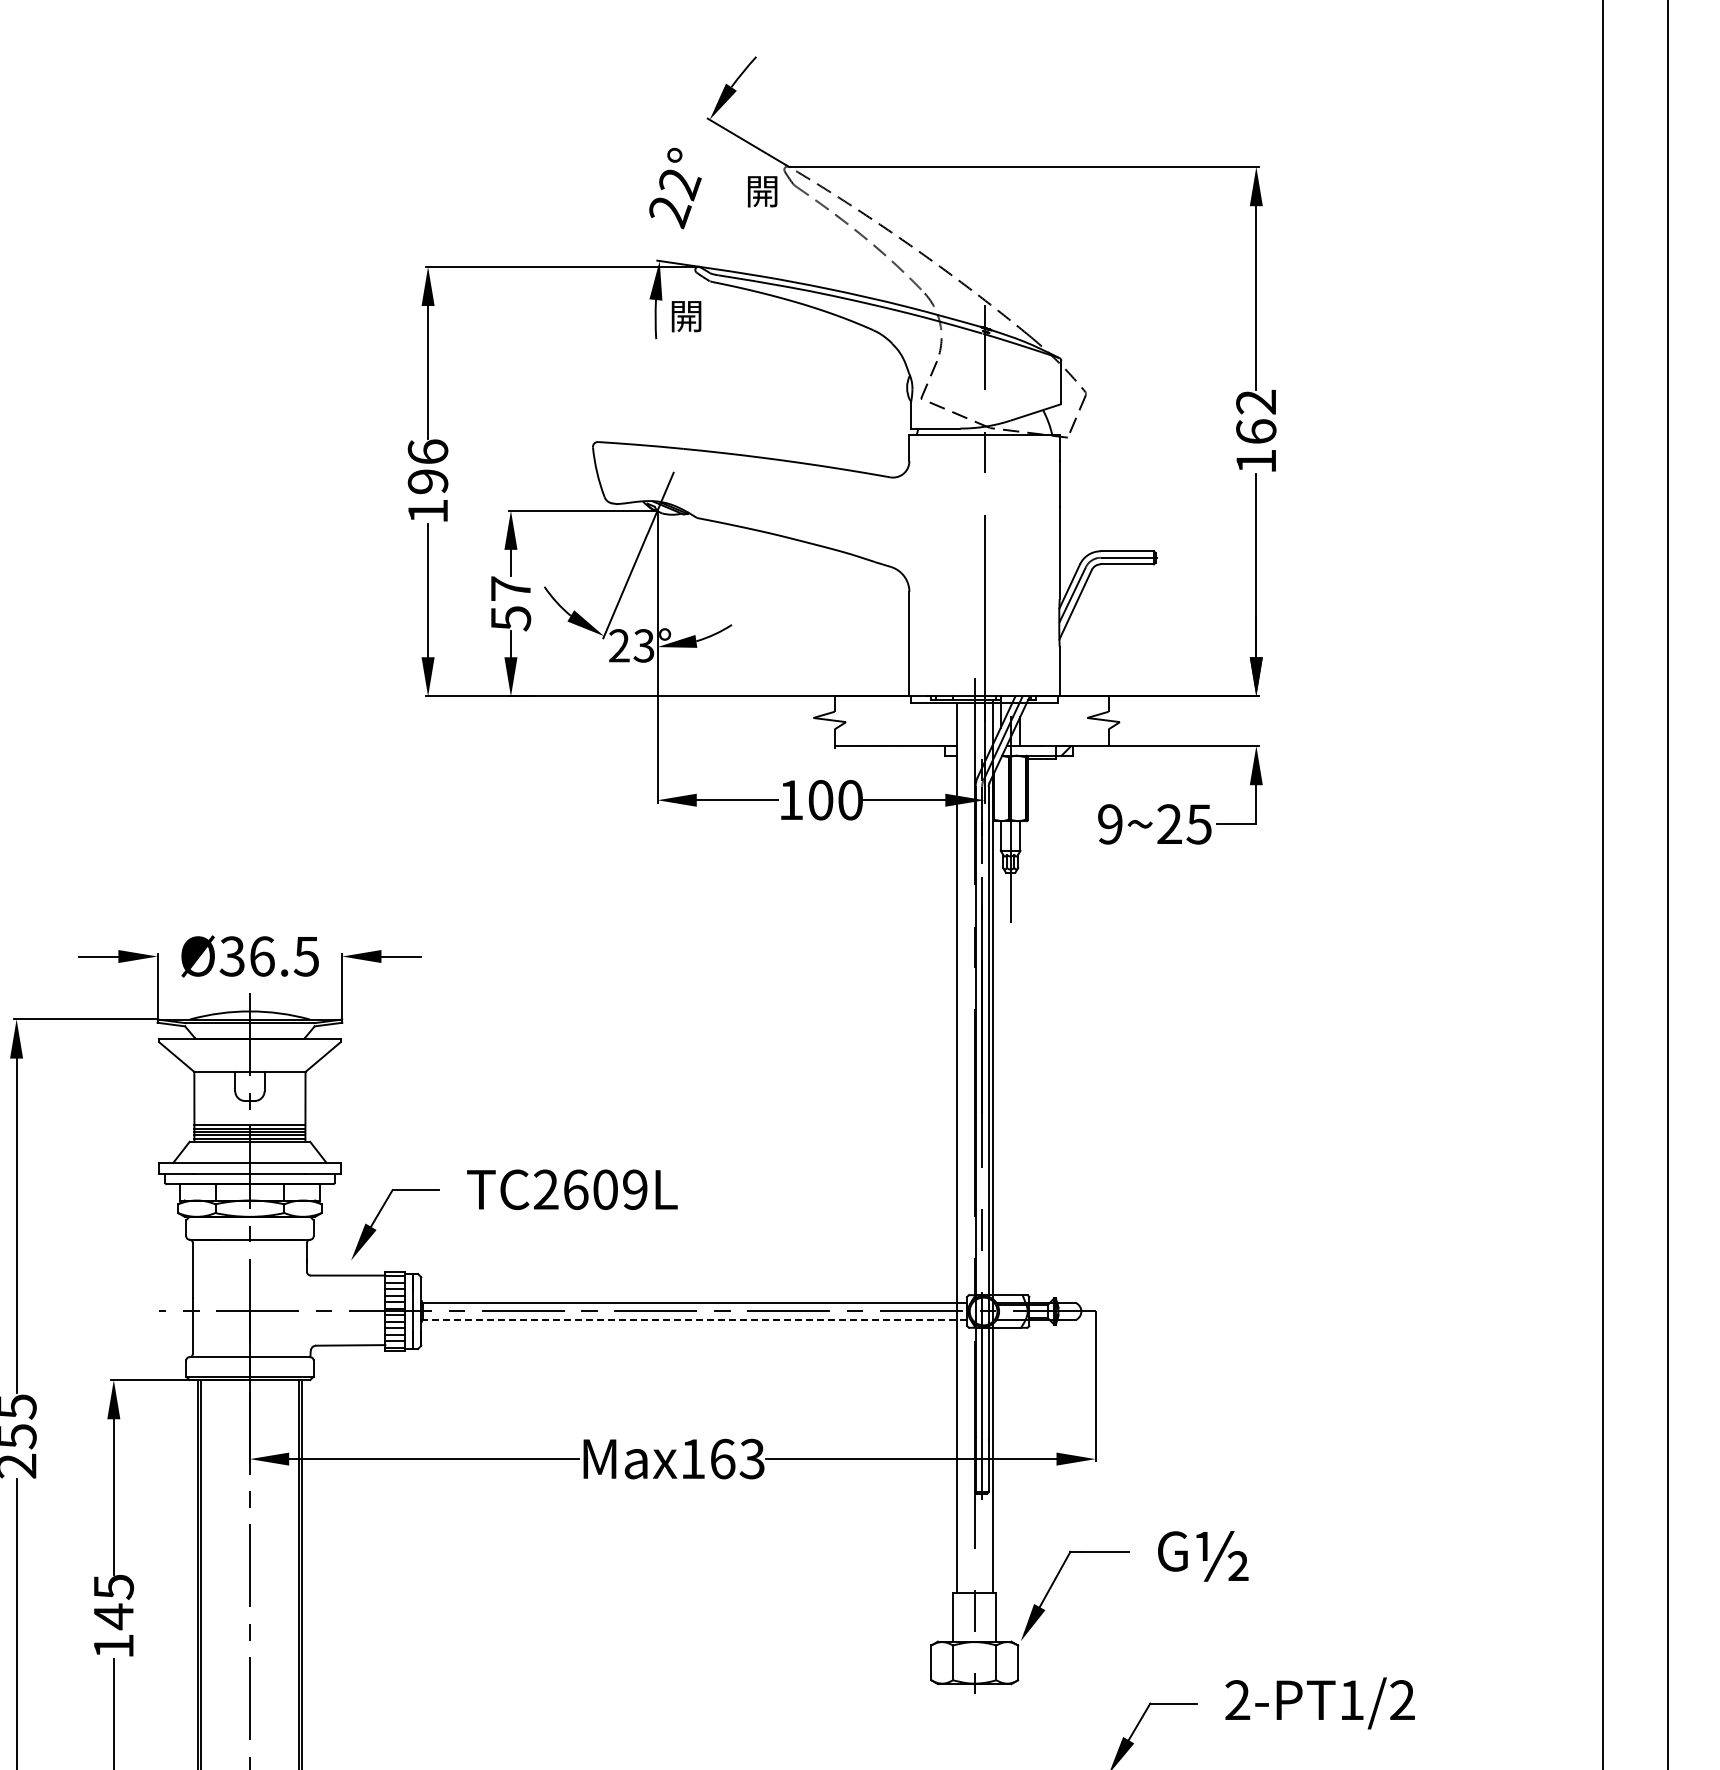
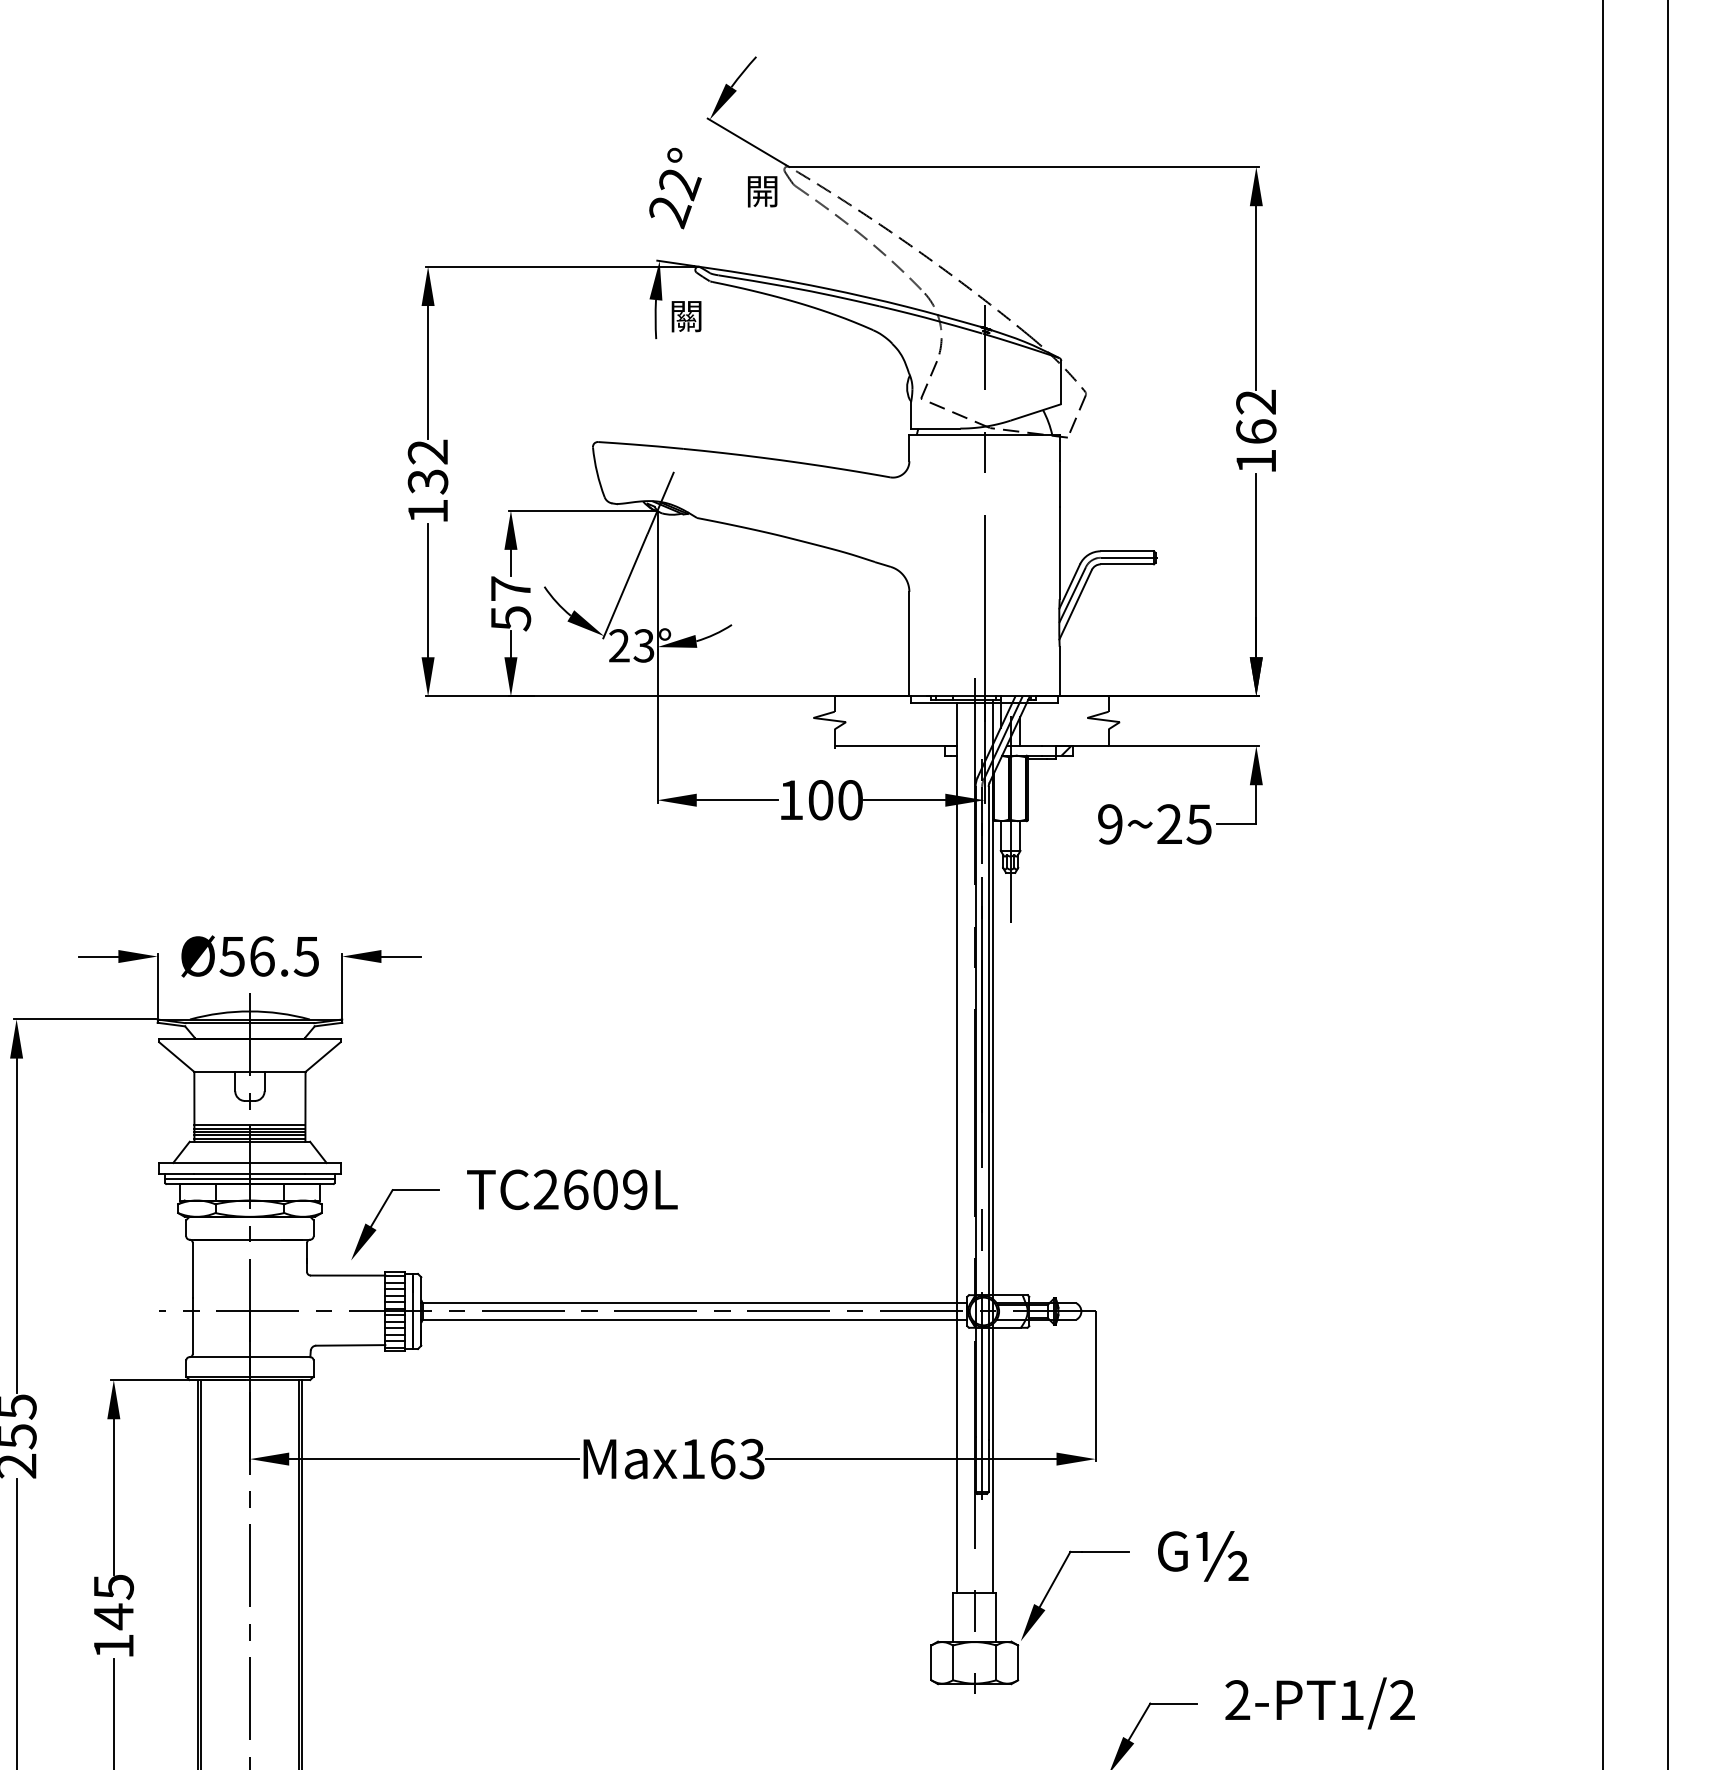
text at (687, 316): 開 -> 關
text at (427, 466): 196 -> 132
text at (231, 956): 36.5 -> 56.5
line at (249, 1178): none -> present
line at (693, 1319): dashed -> solid
